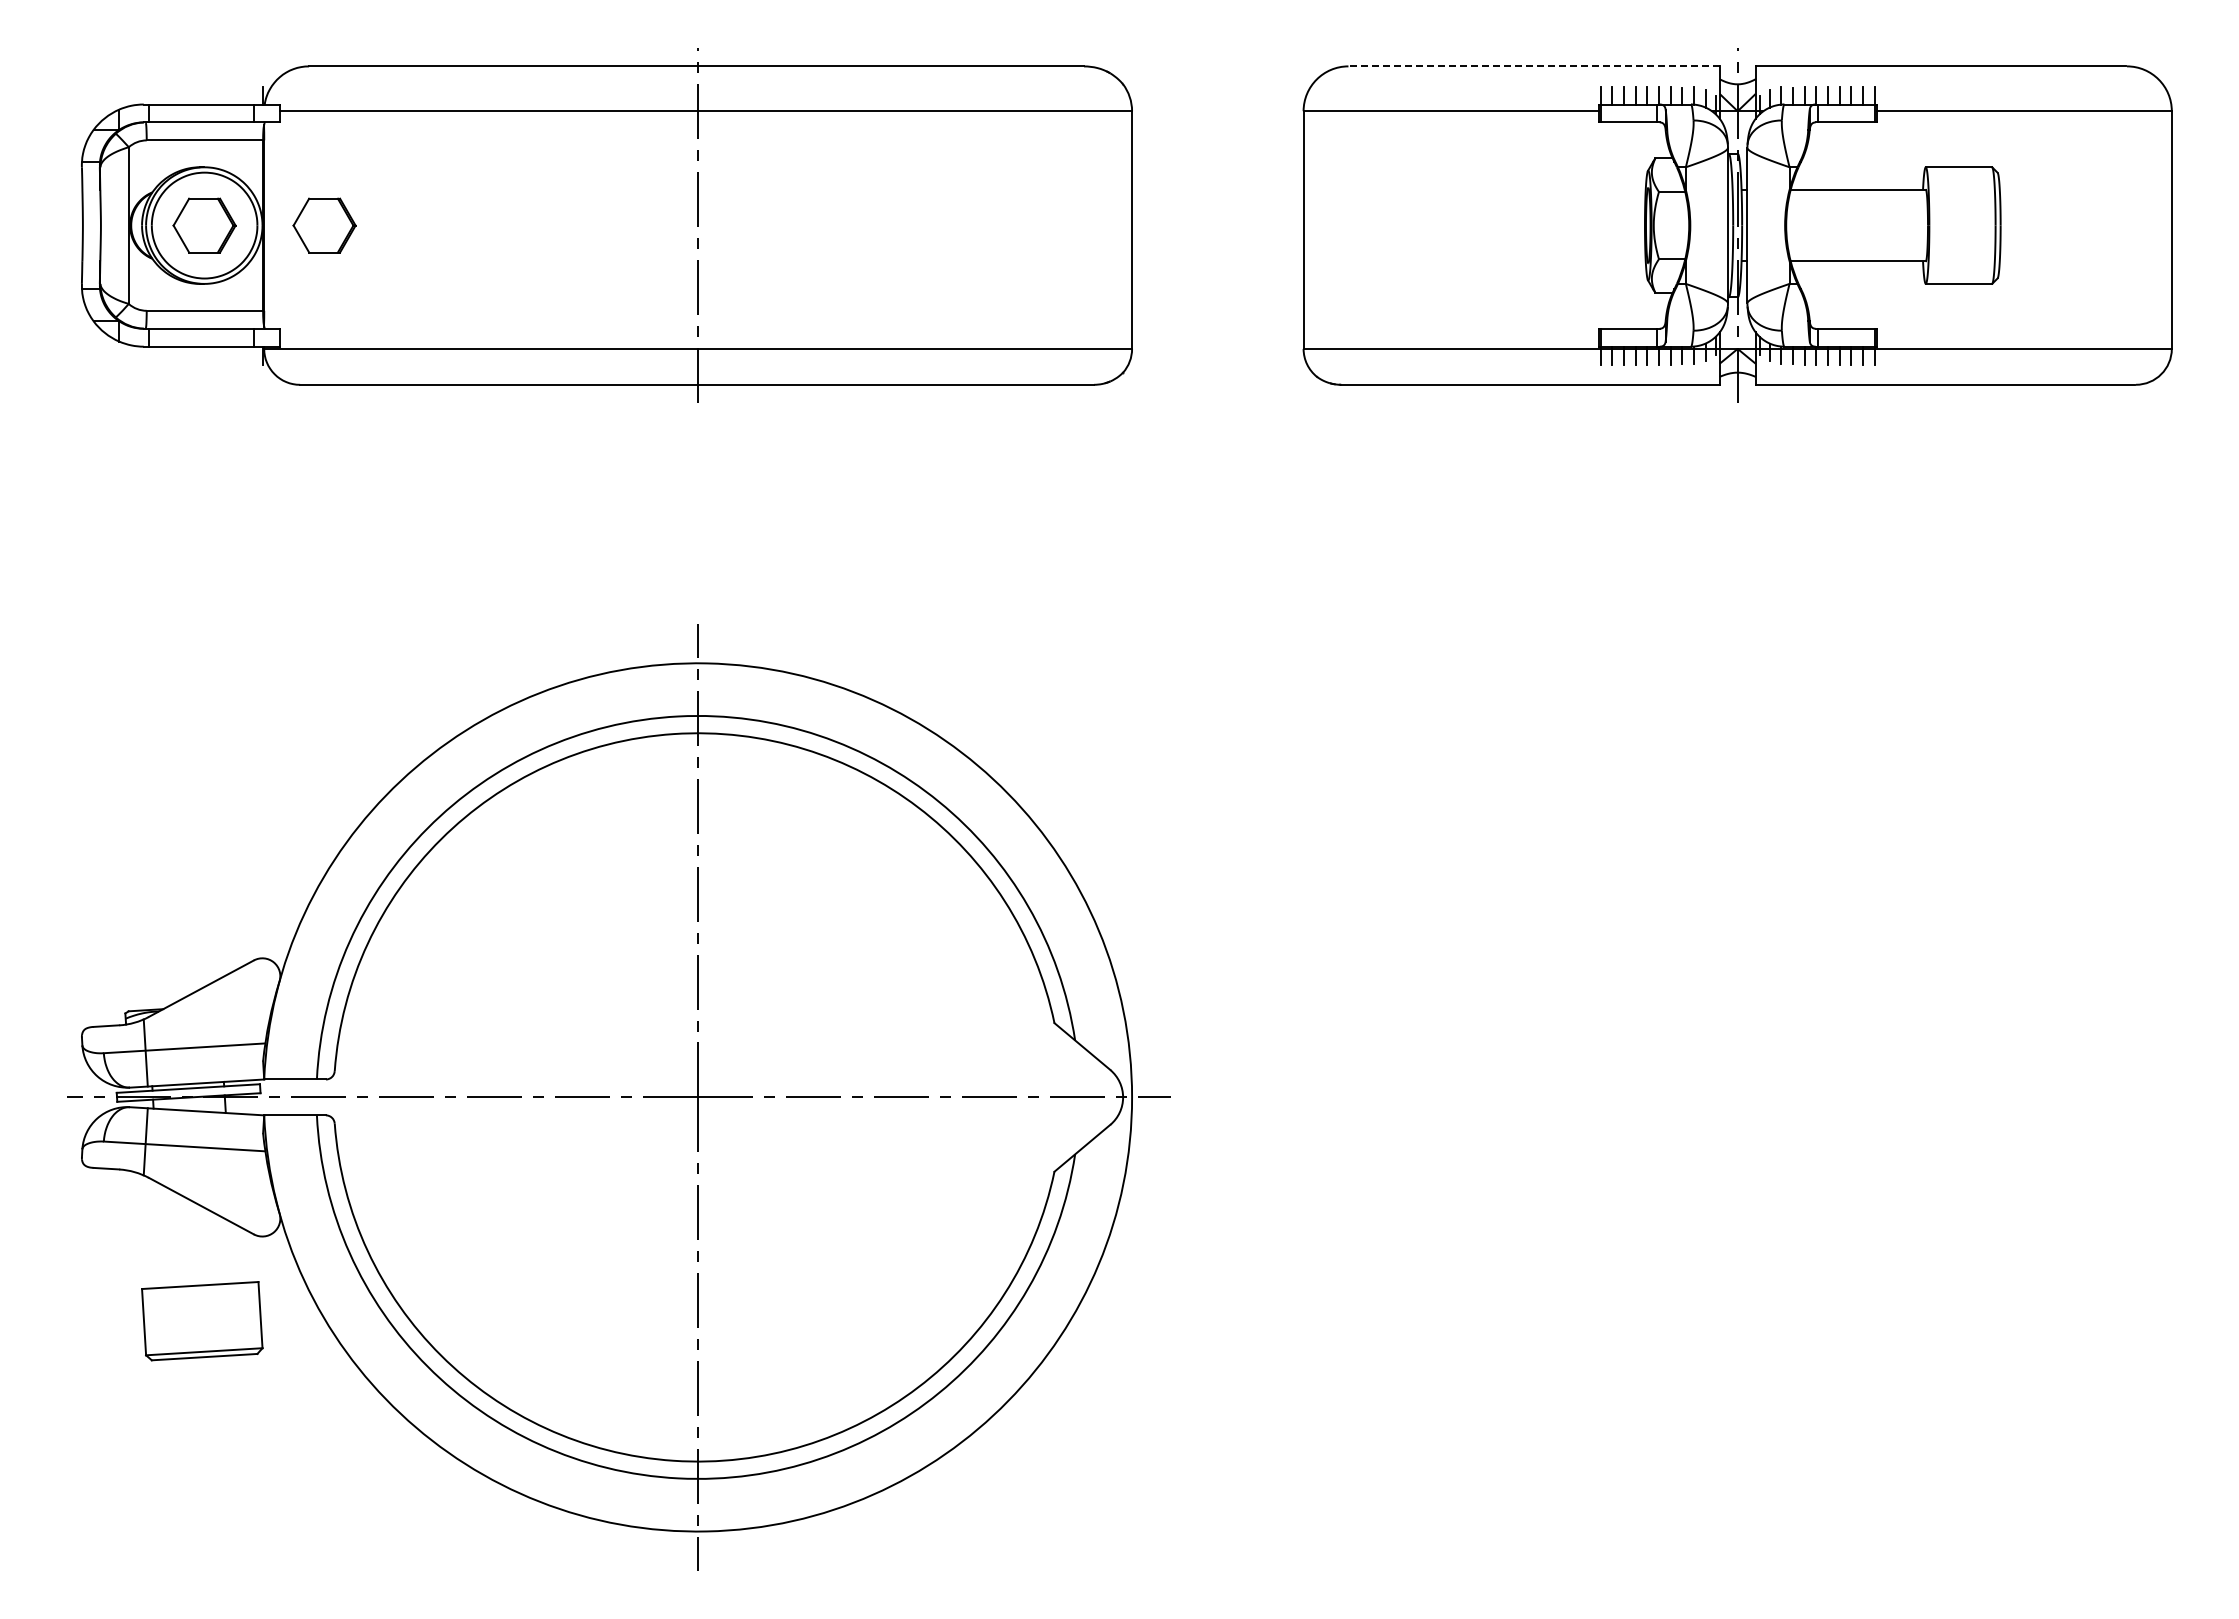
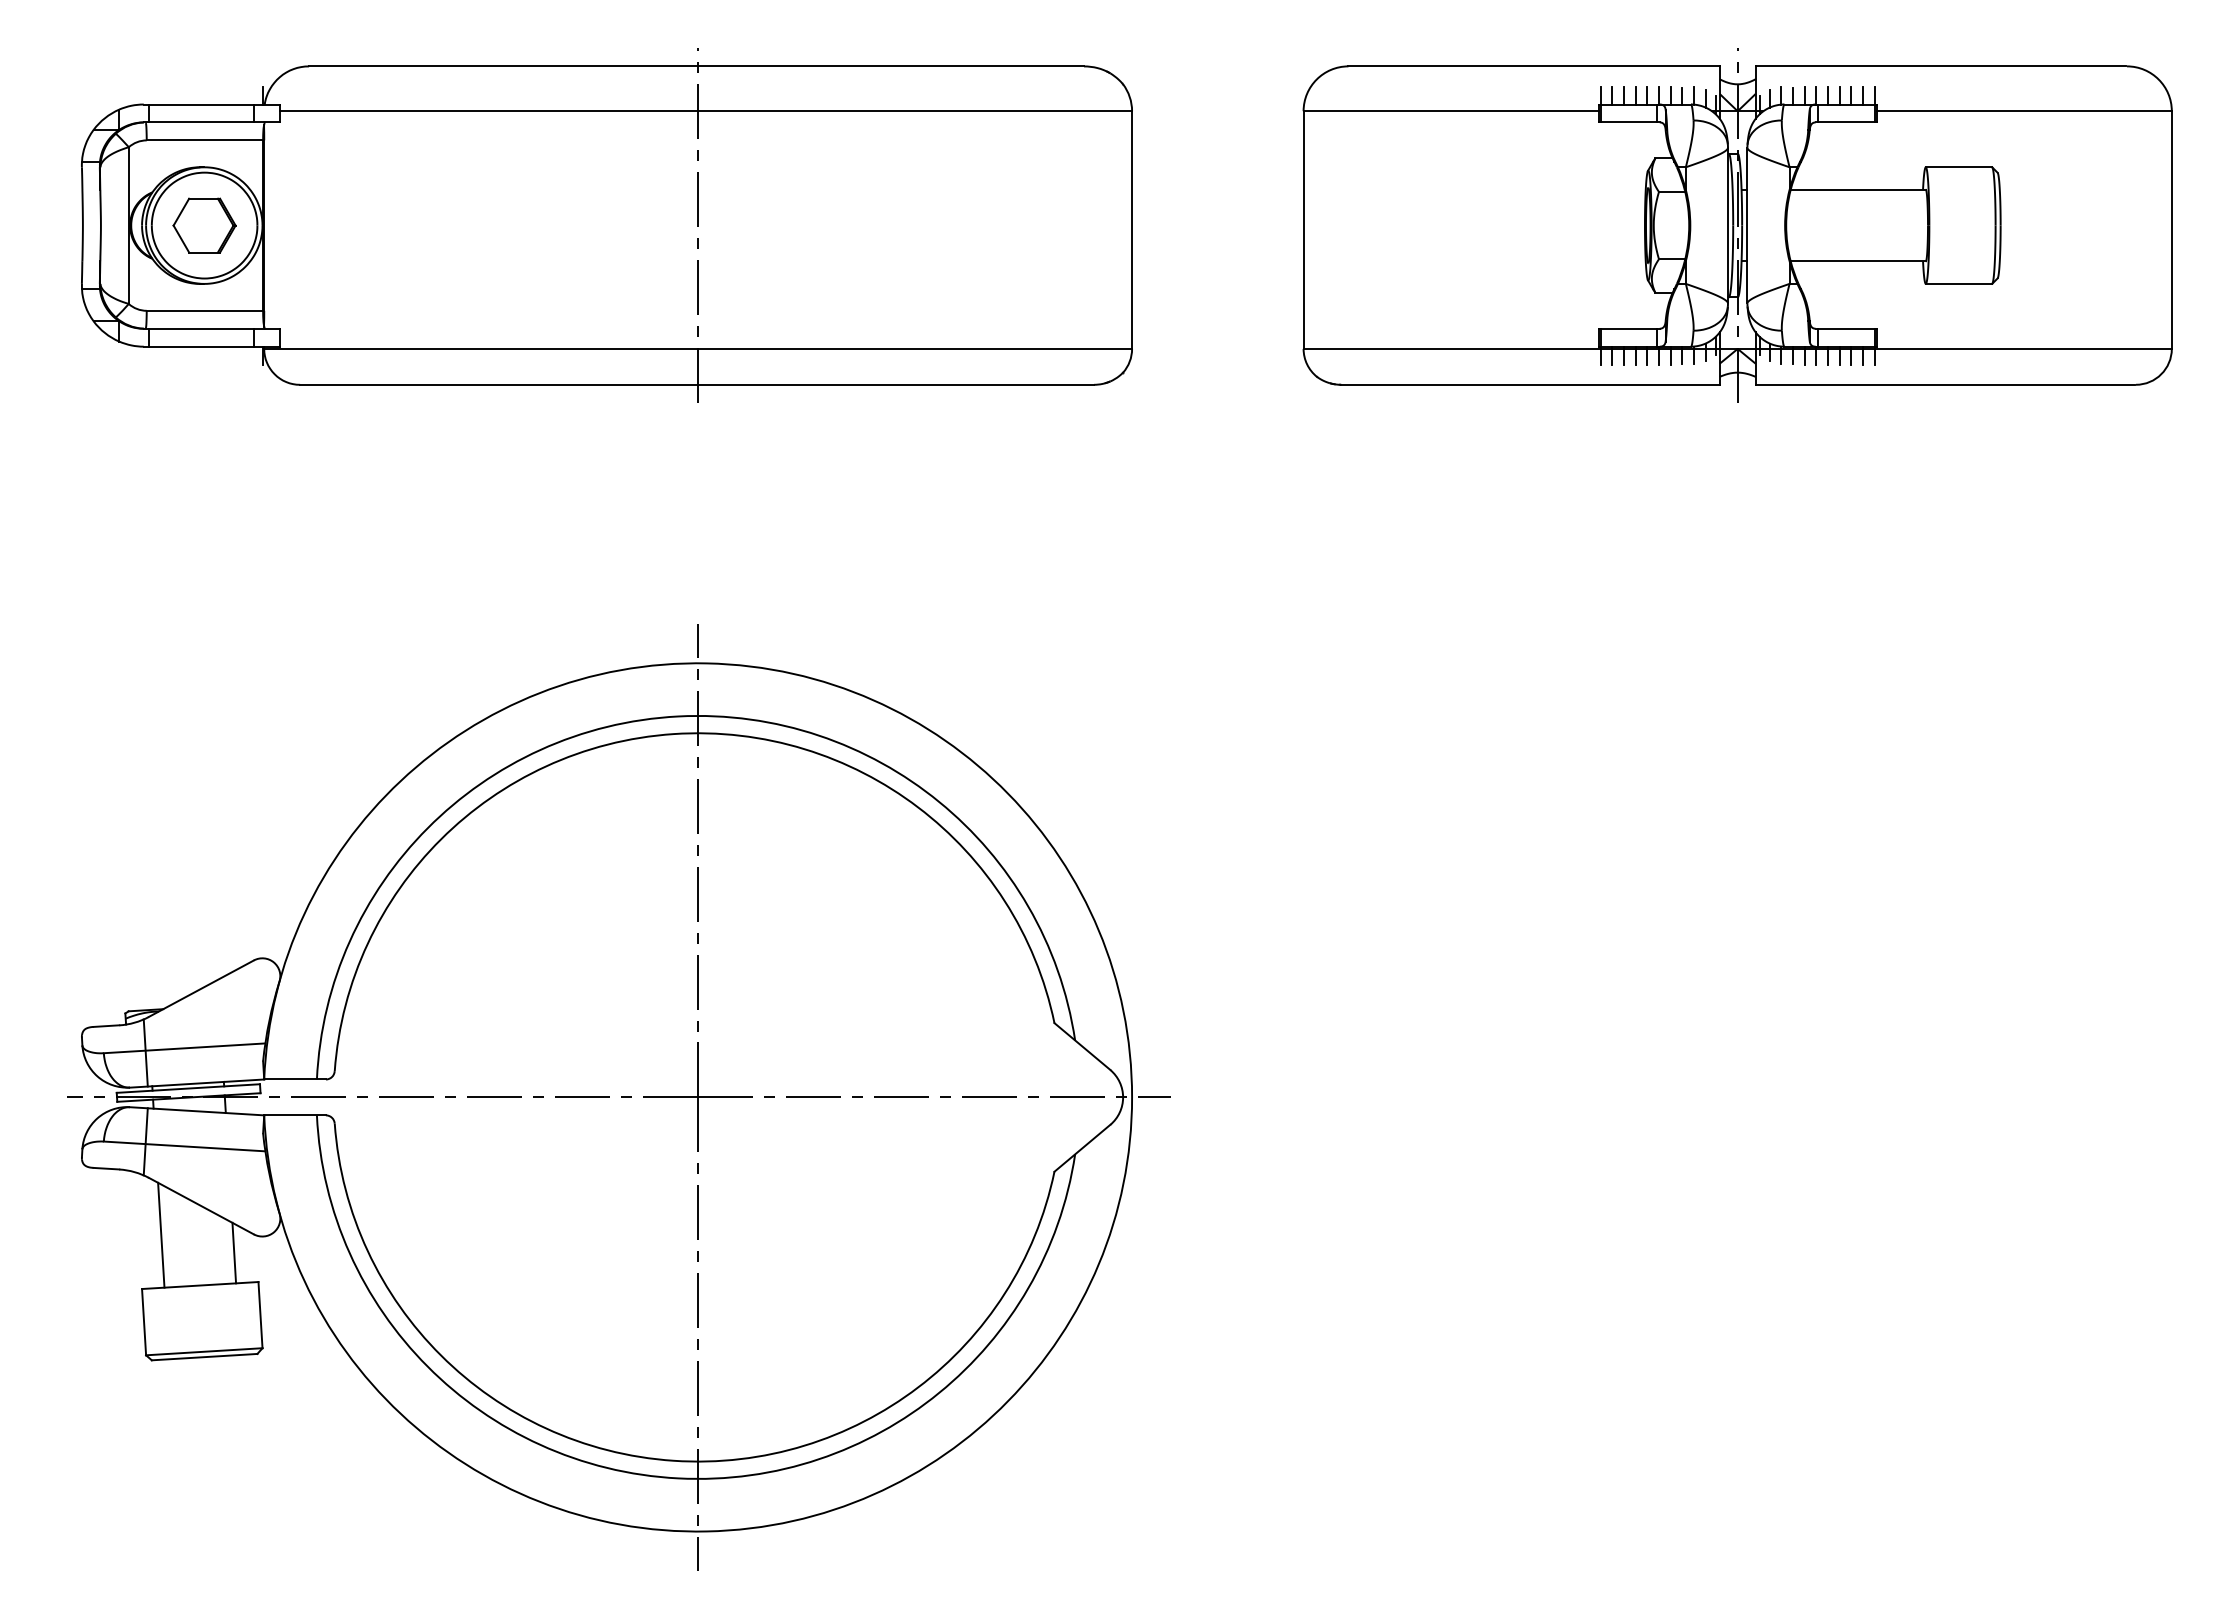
line at (1534, 66): dashed -> solid
part at (324, 225): present -> none
line at (161, 1234): none -> present
line at (234, 1252): none -> present
